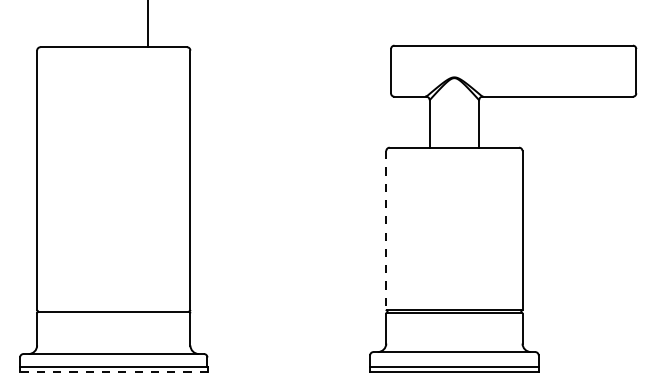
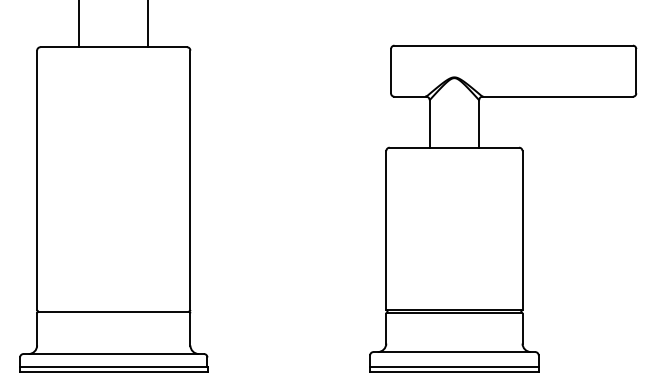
line at (79, 24): none -> present
line at (386, 230): dashed -> solid
line at (113, 371): dashed -> solid
